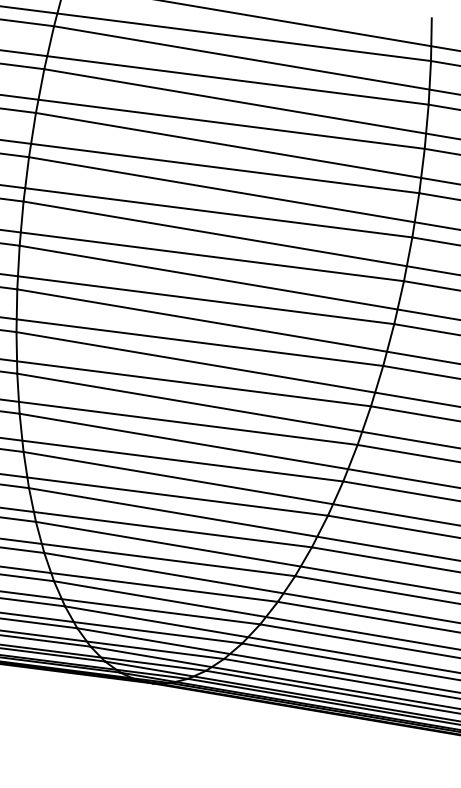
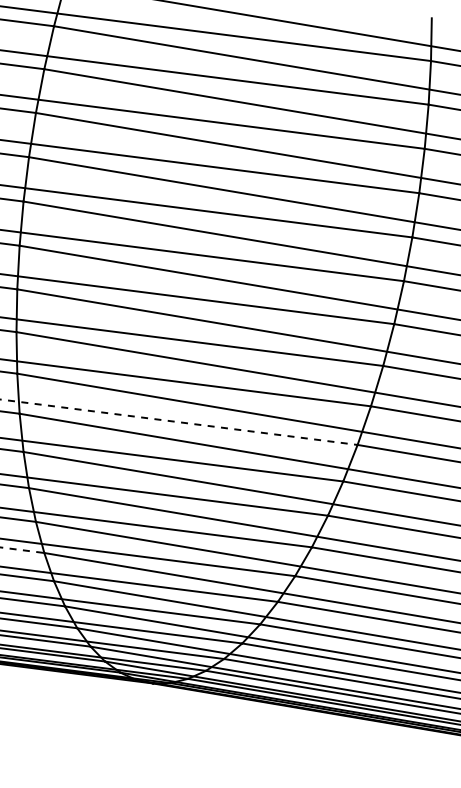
line at (179, 422): solid -> dashed
line at (22, 550): solid -> dashed
